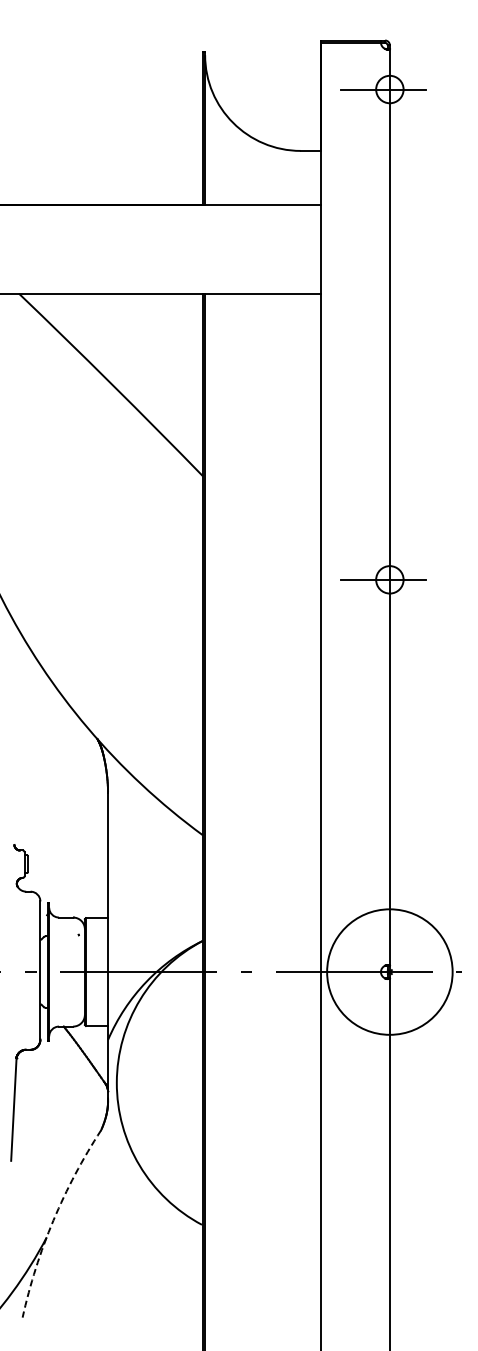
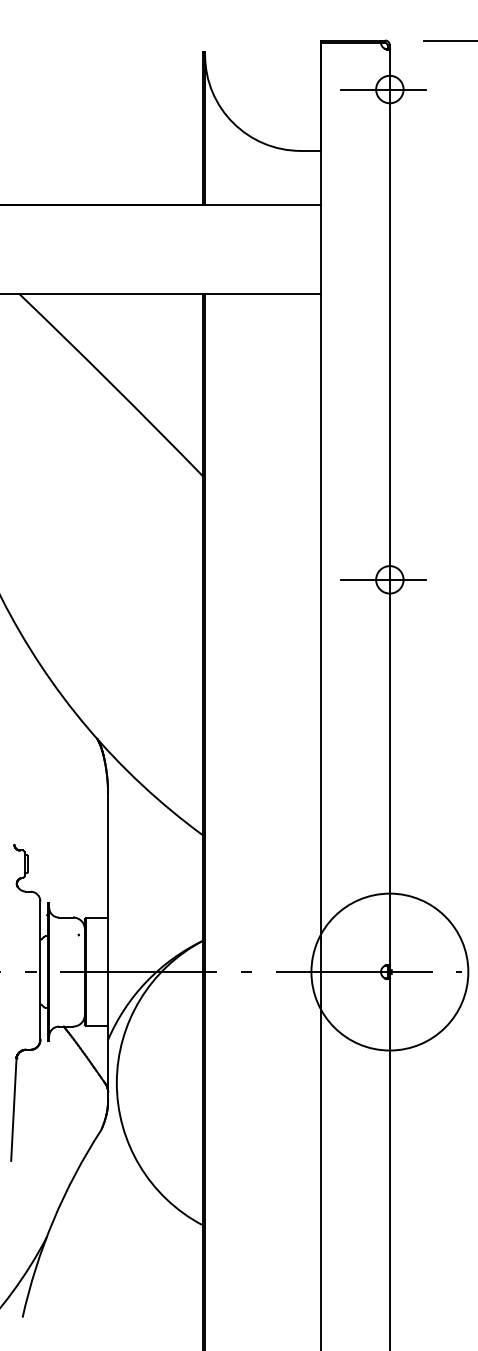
line at (449, 40): none -> present
circle at (389, 971) diameter: 126 px -> 157 px
arc at (53, 1220): dashed -> solid
